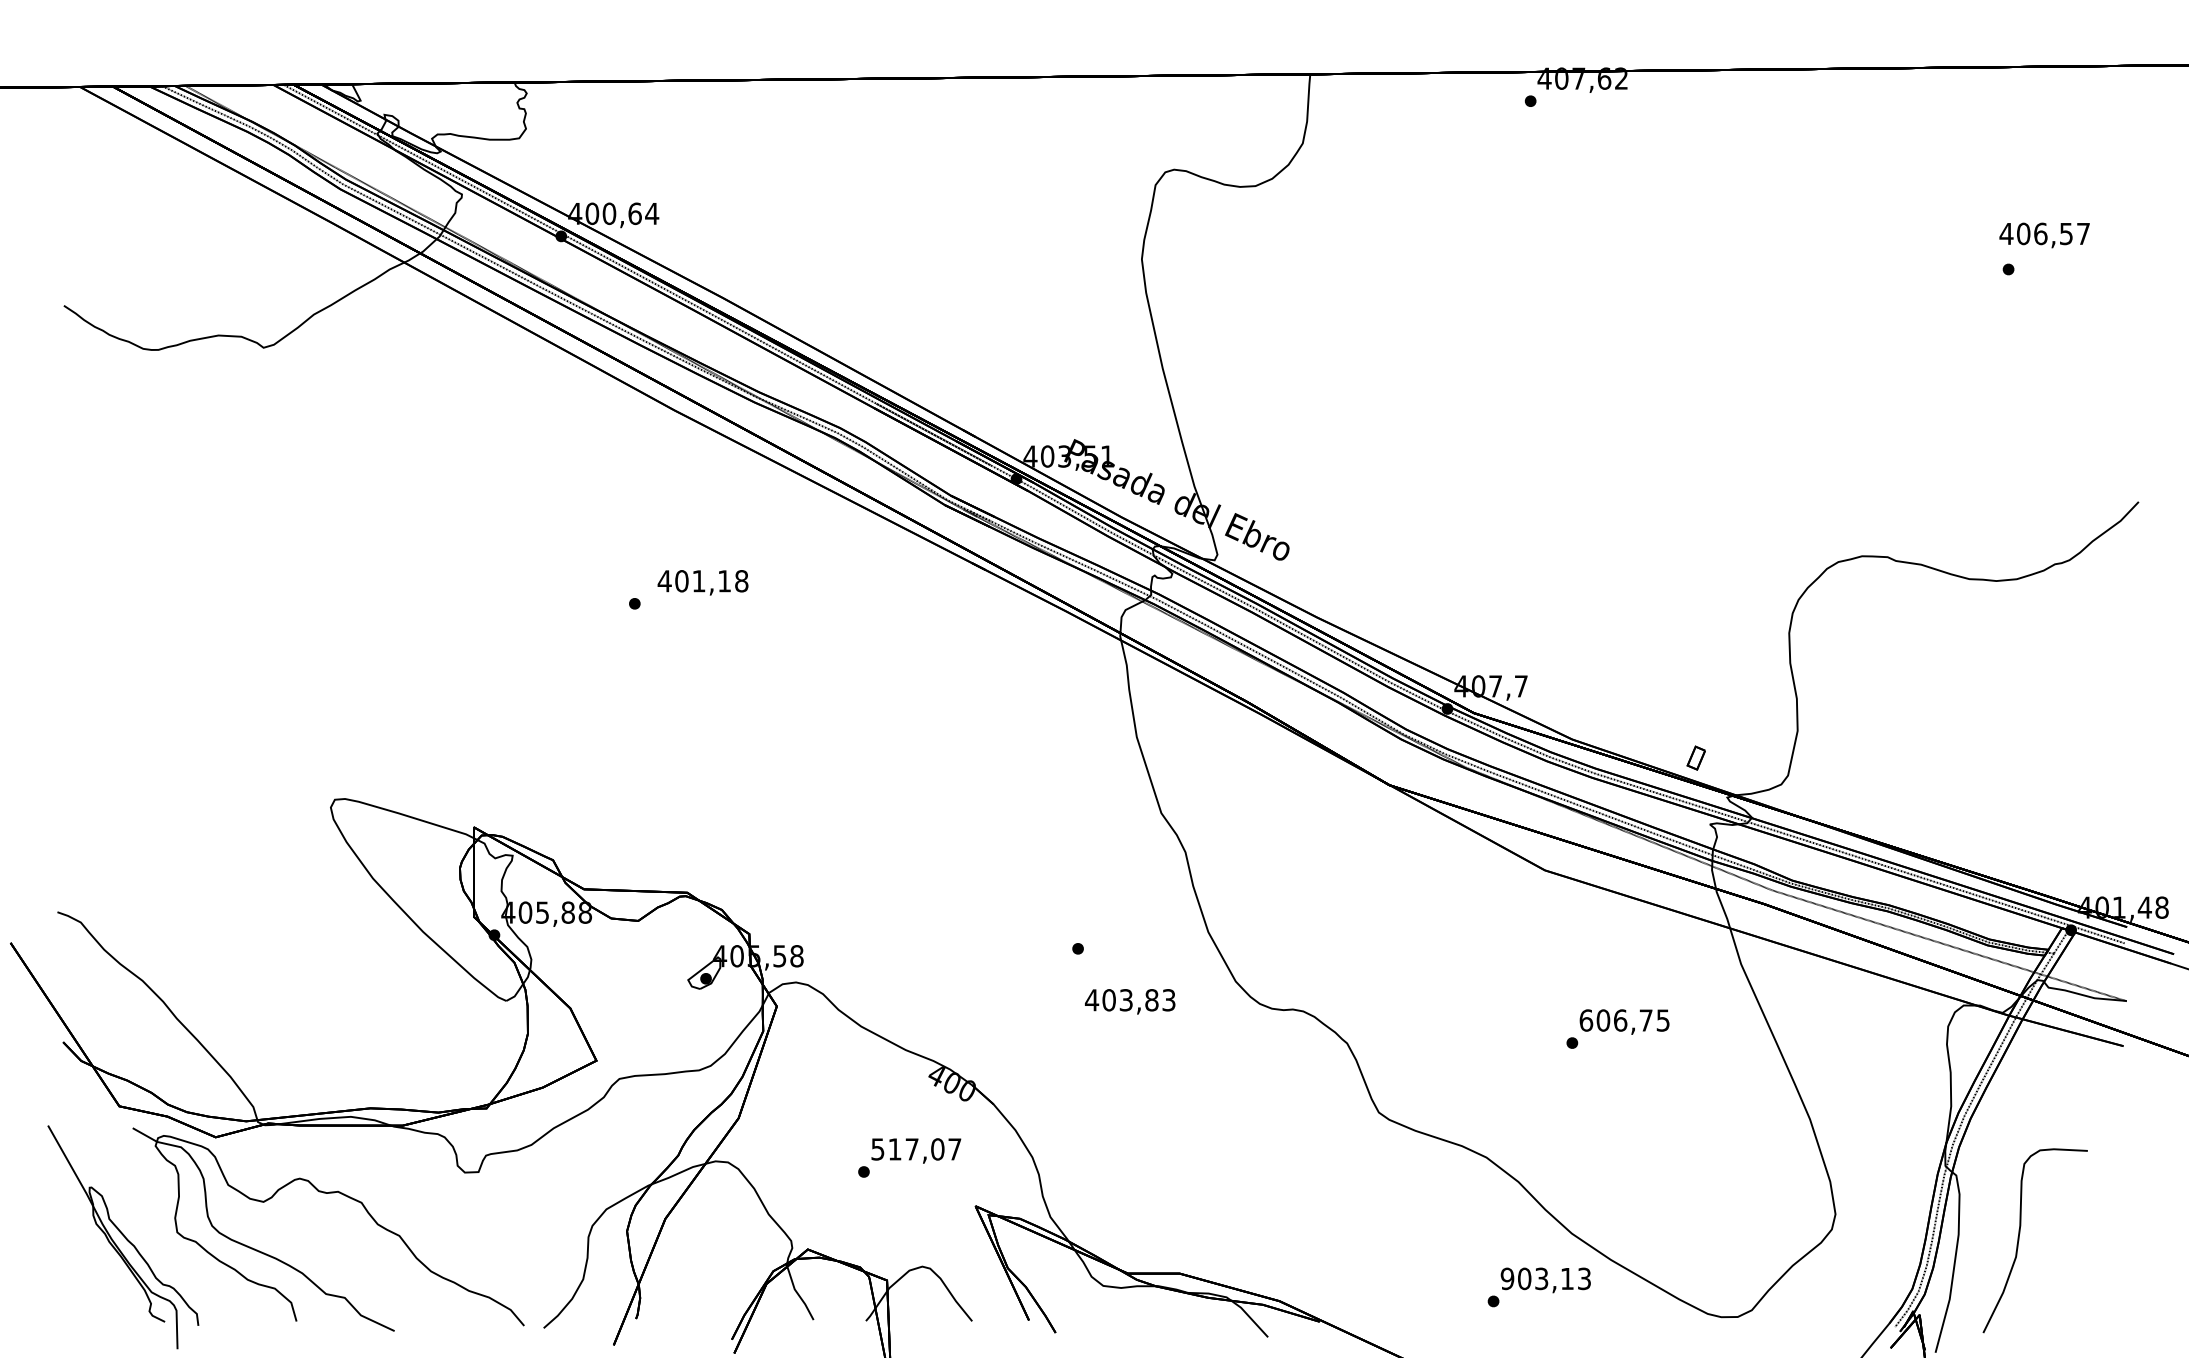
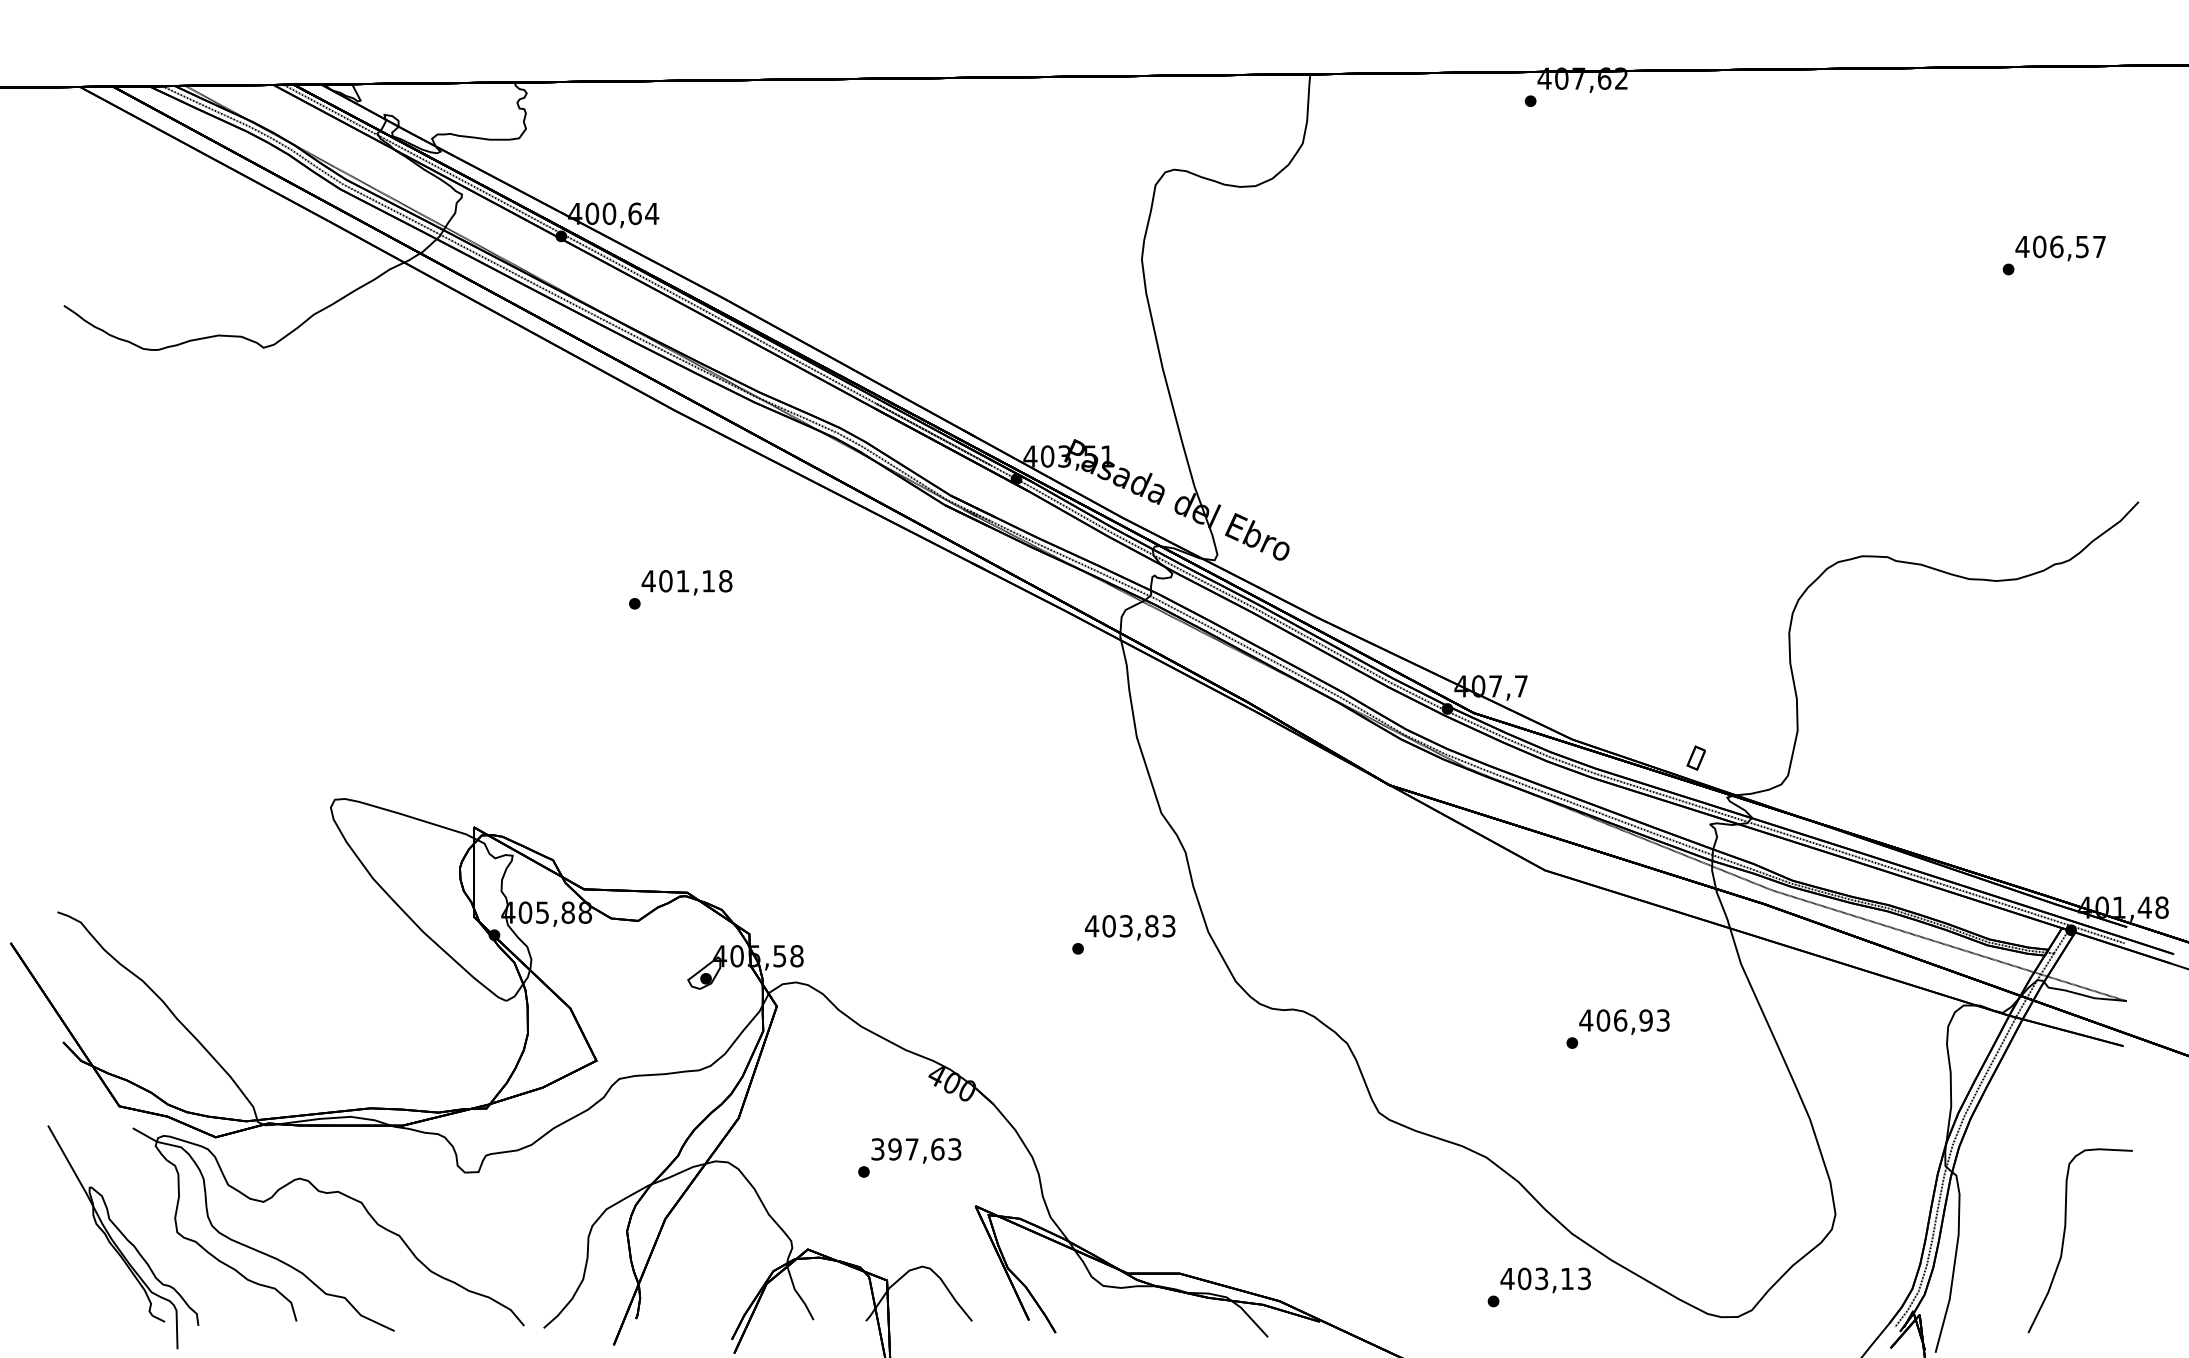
text at (2044, 235) position: (2044, 235) -> (2060, 248)
text at (702, 582) position: (702, 582) -> (686, 582)
text at (1130, 1001) position: (1130, 1001) -> (1130, 927)
text at (1624, 1020): 606,75 -> 406,93
text at (916, 1149): 517,07 -> 397,63
part at (2019, 1240) position: (2019, 1240) -> (2064, 1240)
text at (1507, 1278): 903,13 -> 403,13
